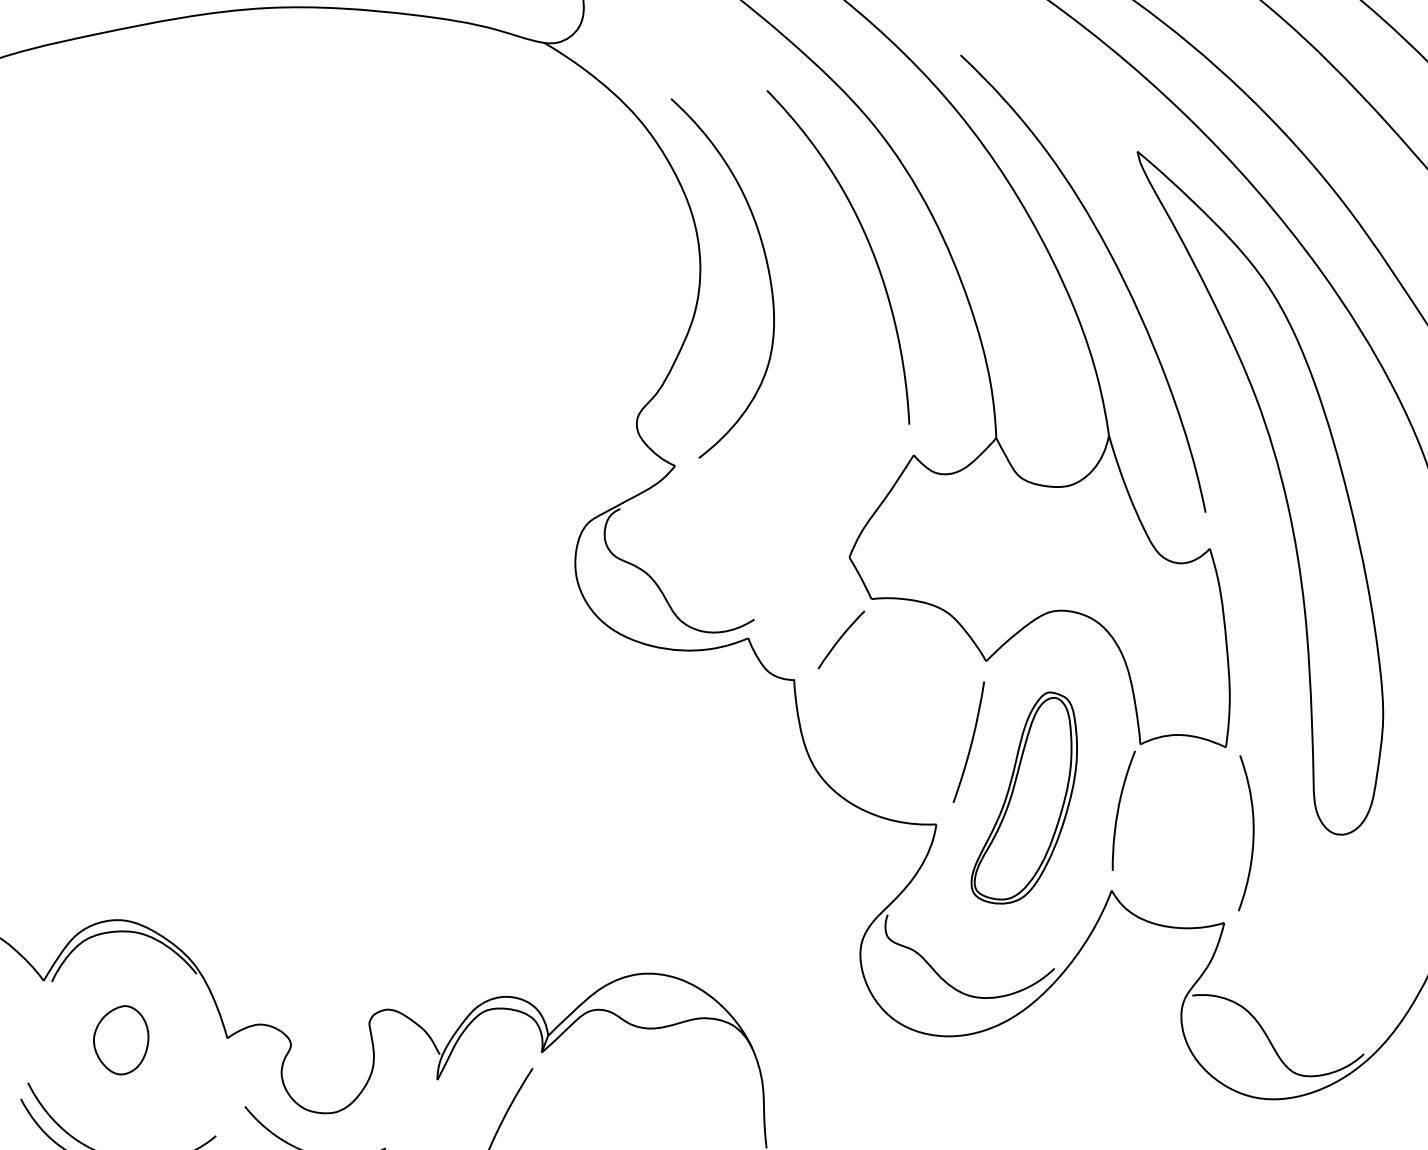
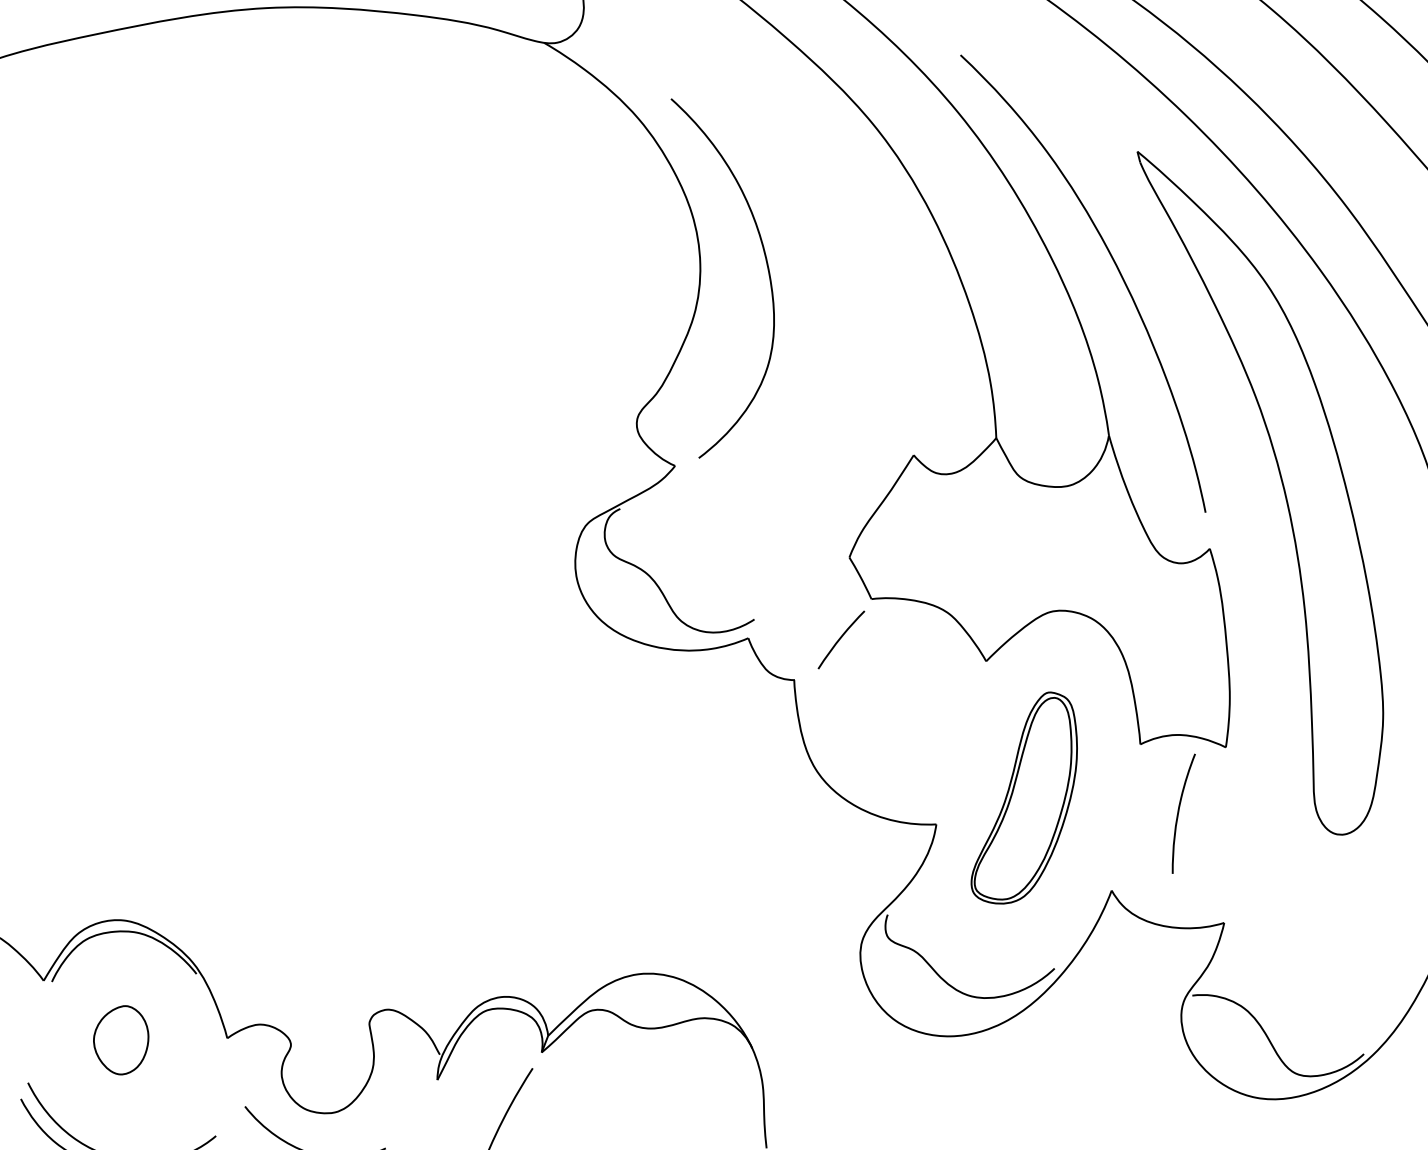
curve at (869, 247): present -> none
curve at (970, 743): present -> none
curve at (1119, 809) position: (1119, 809) -> (1179, 812)
curve at (1252, 833): present -> none
